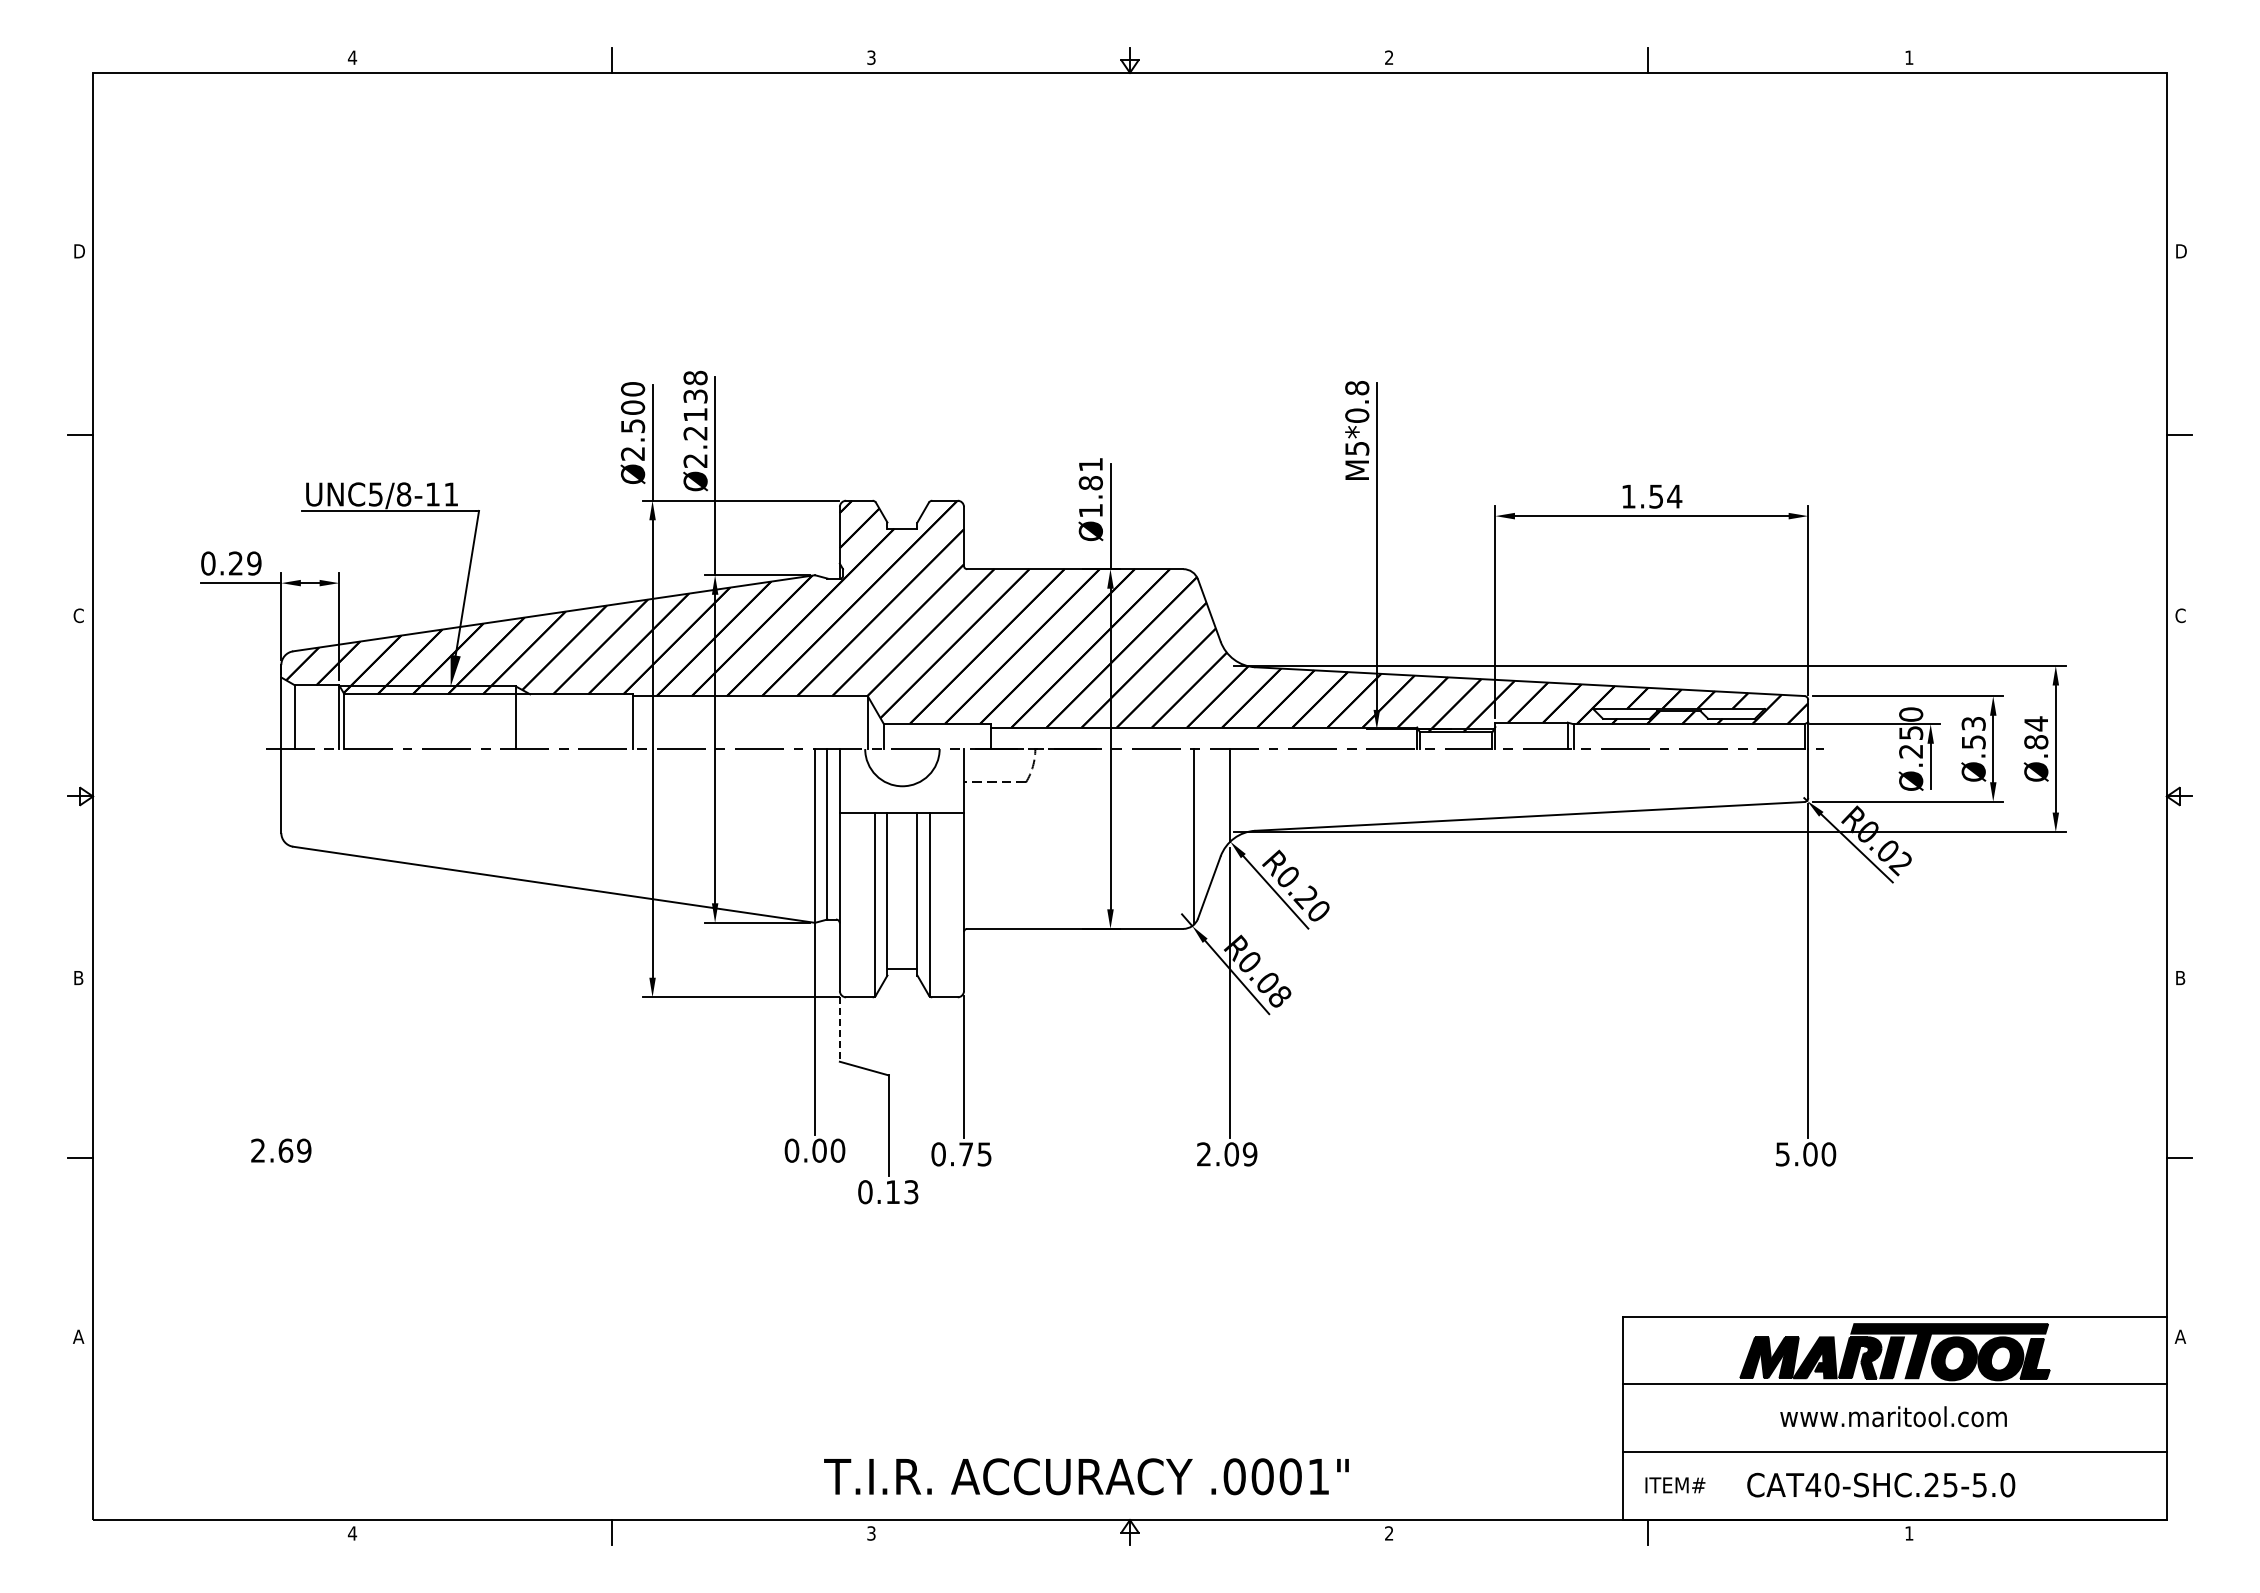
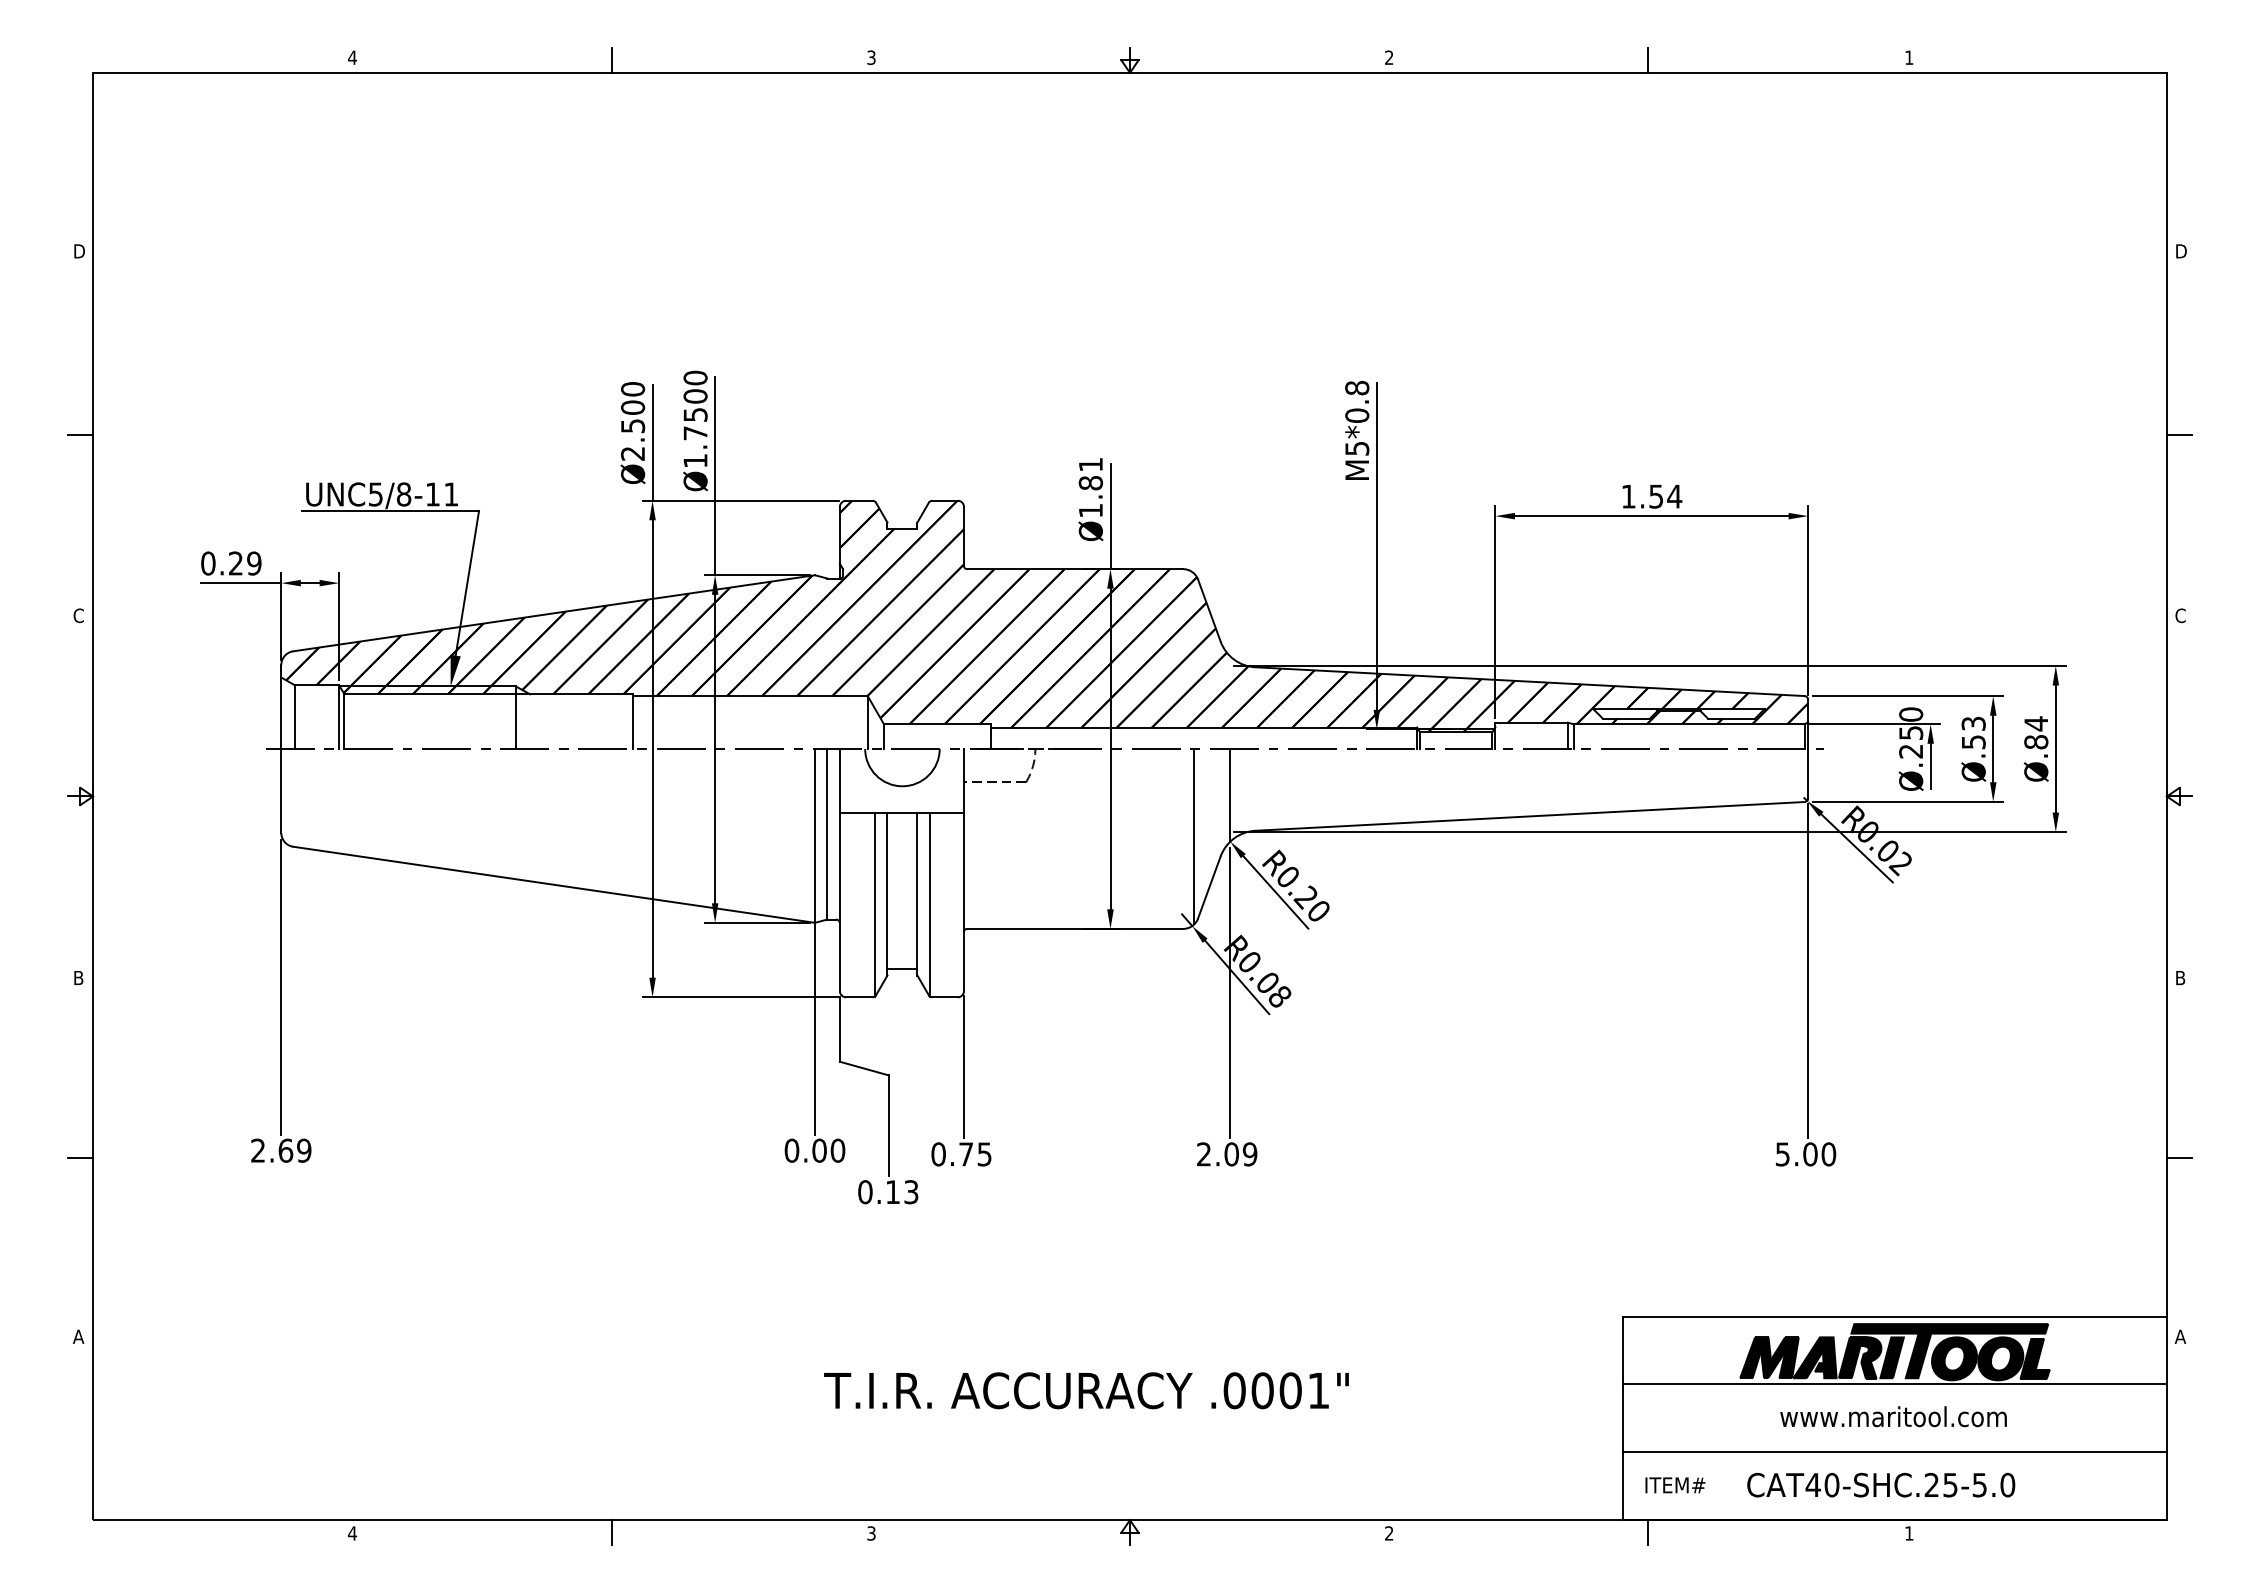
text at (695, 418): Ø2.2138 -> Ø1.7500
line at (281, 987): none -> present
line at (839, 1030): dashed -> solid
text at (1086, 1476) position: (1086, 1476) -> (1086, 1390)
